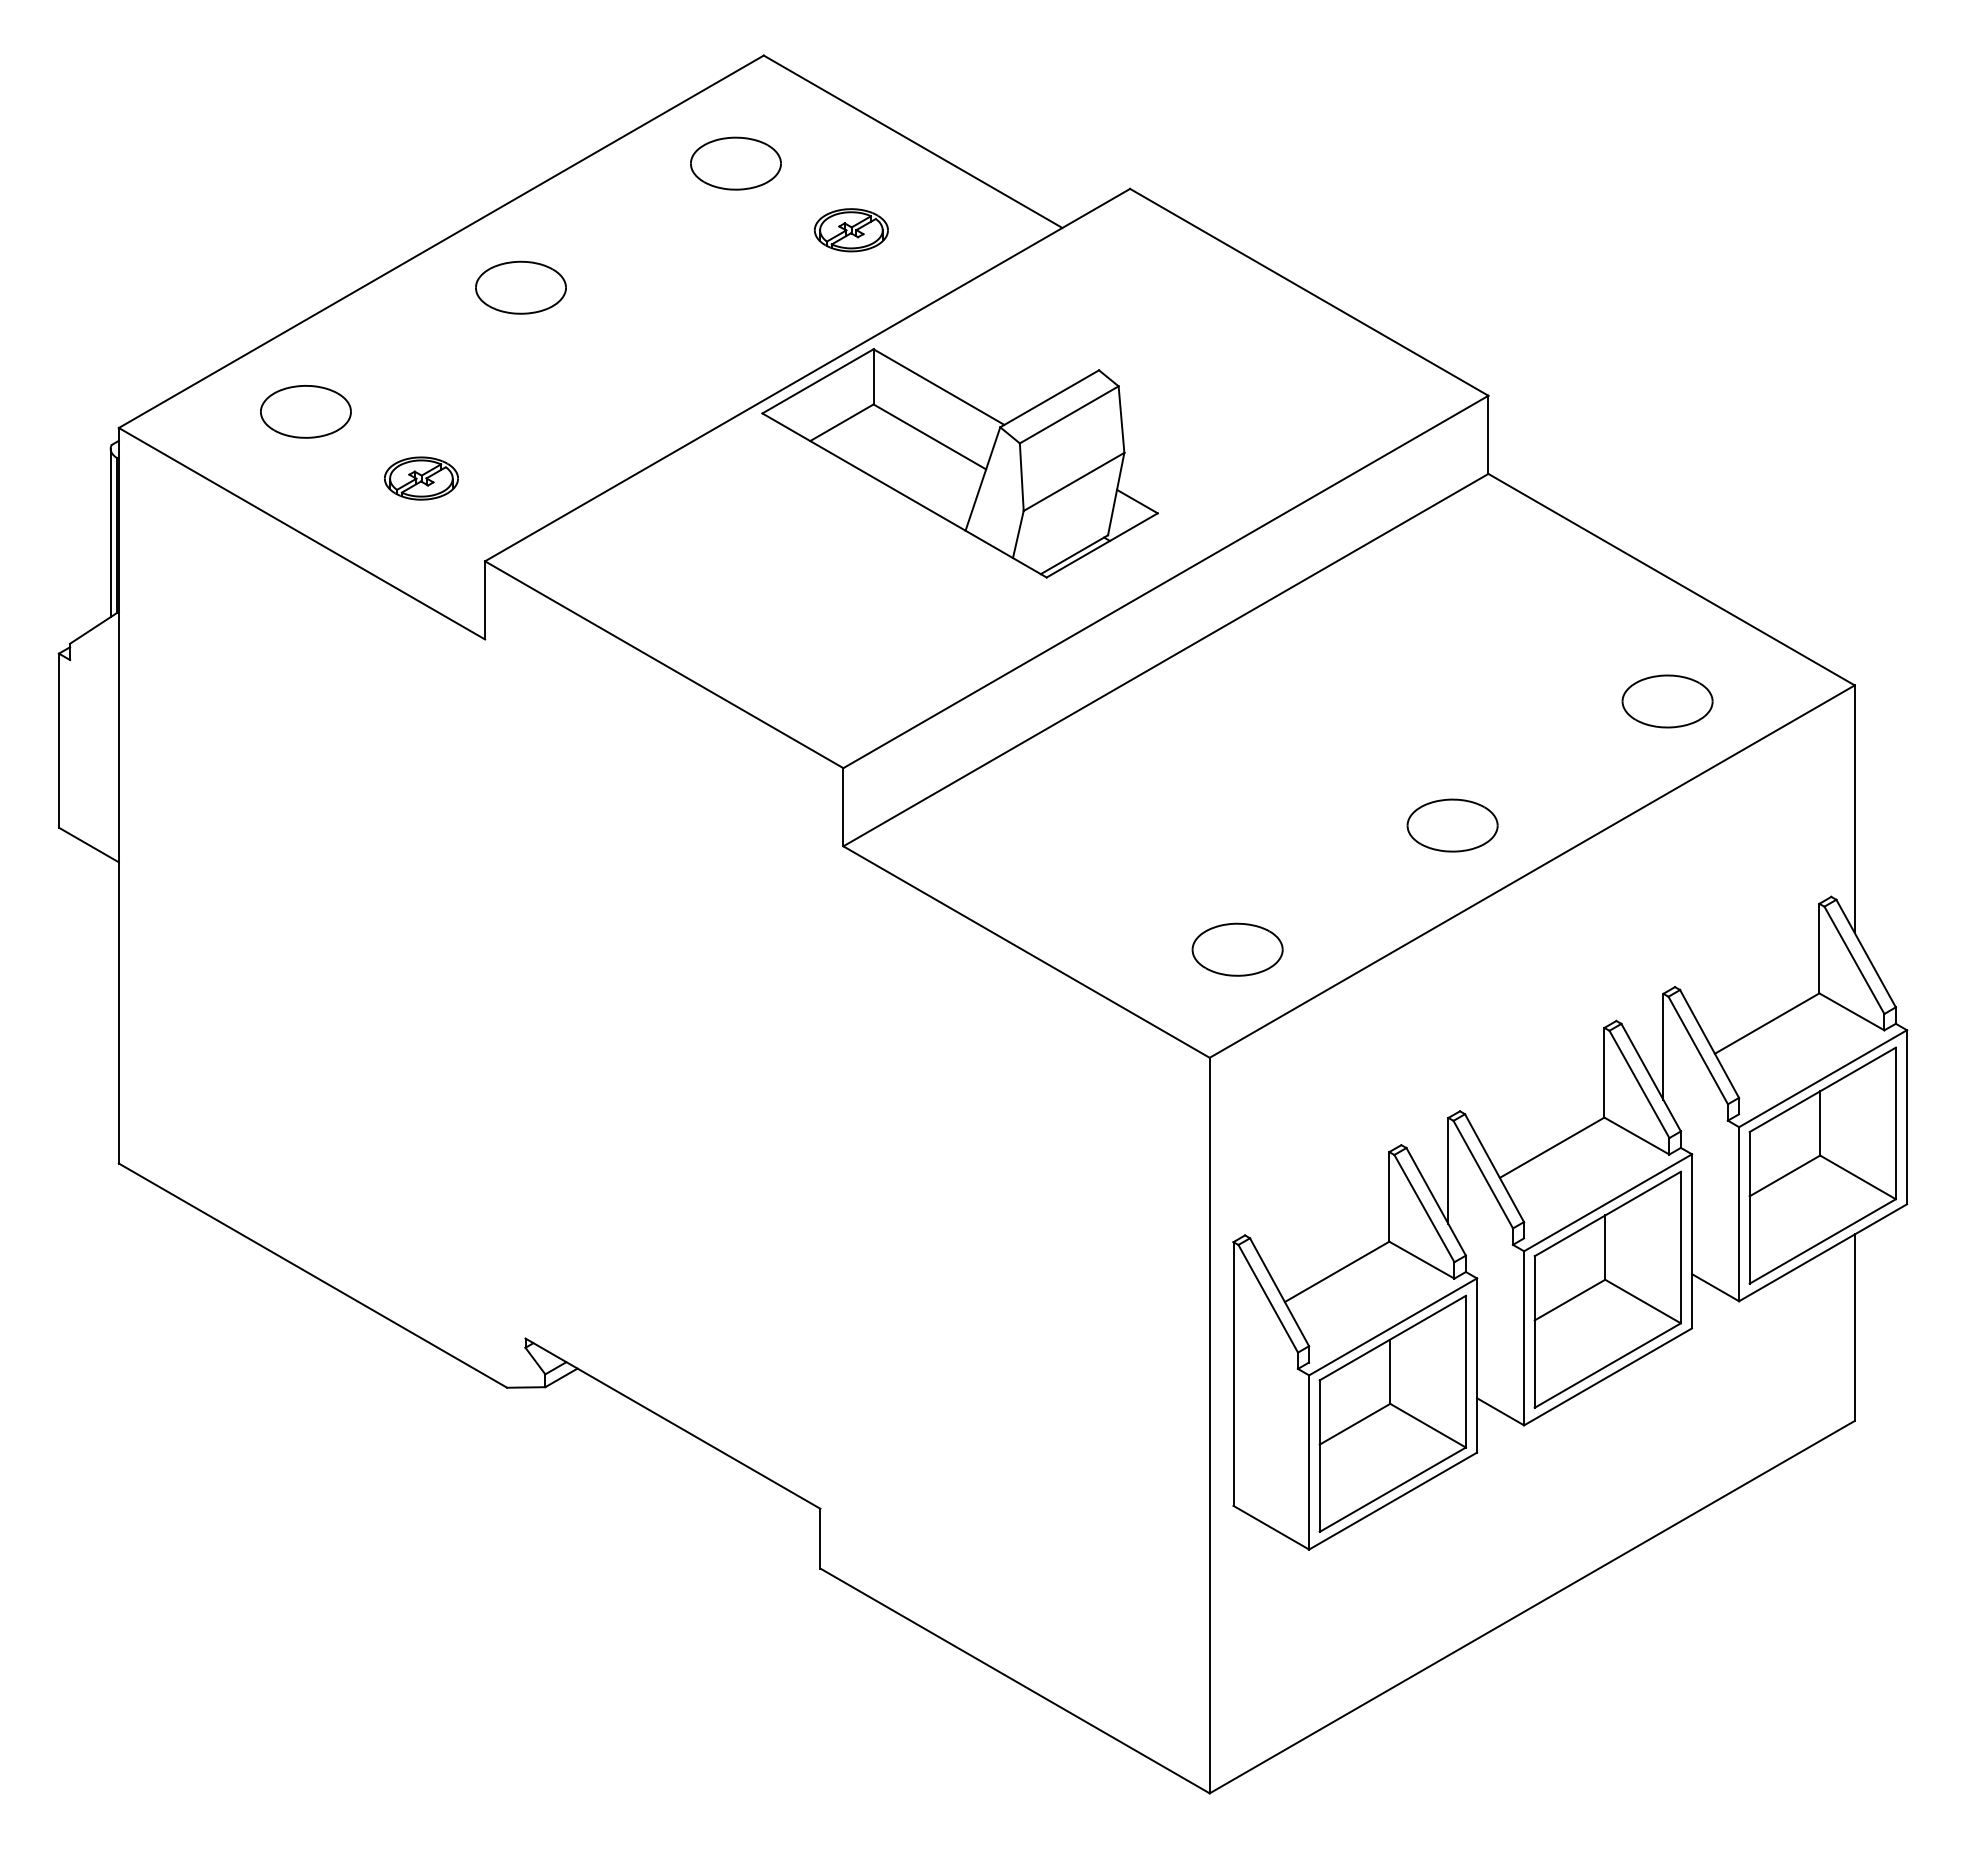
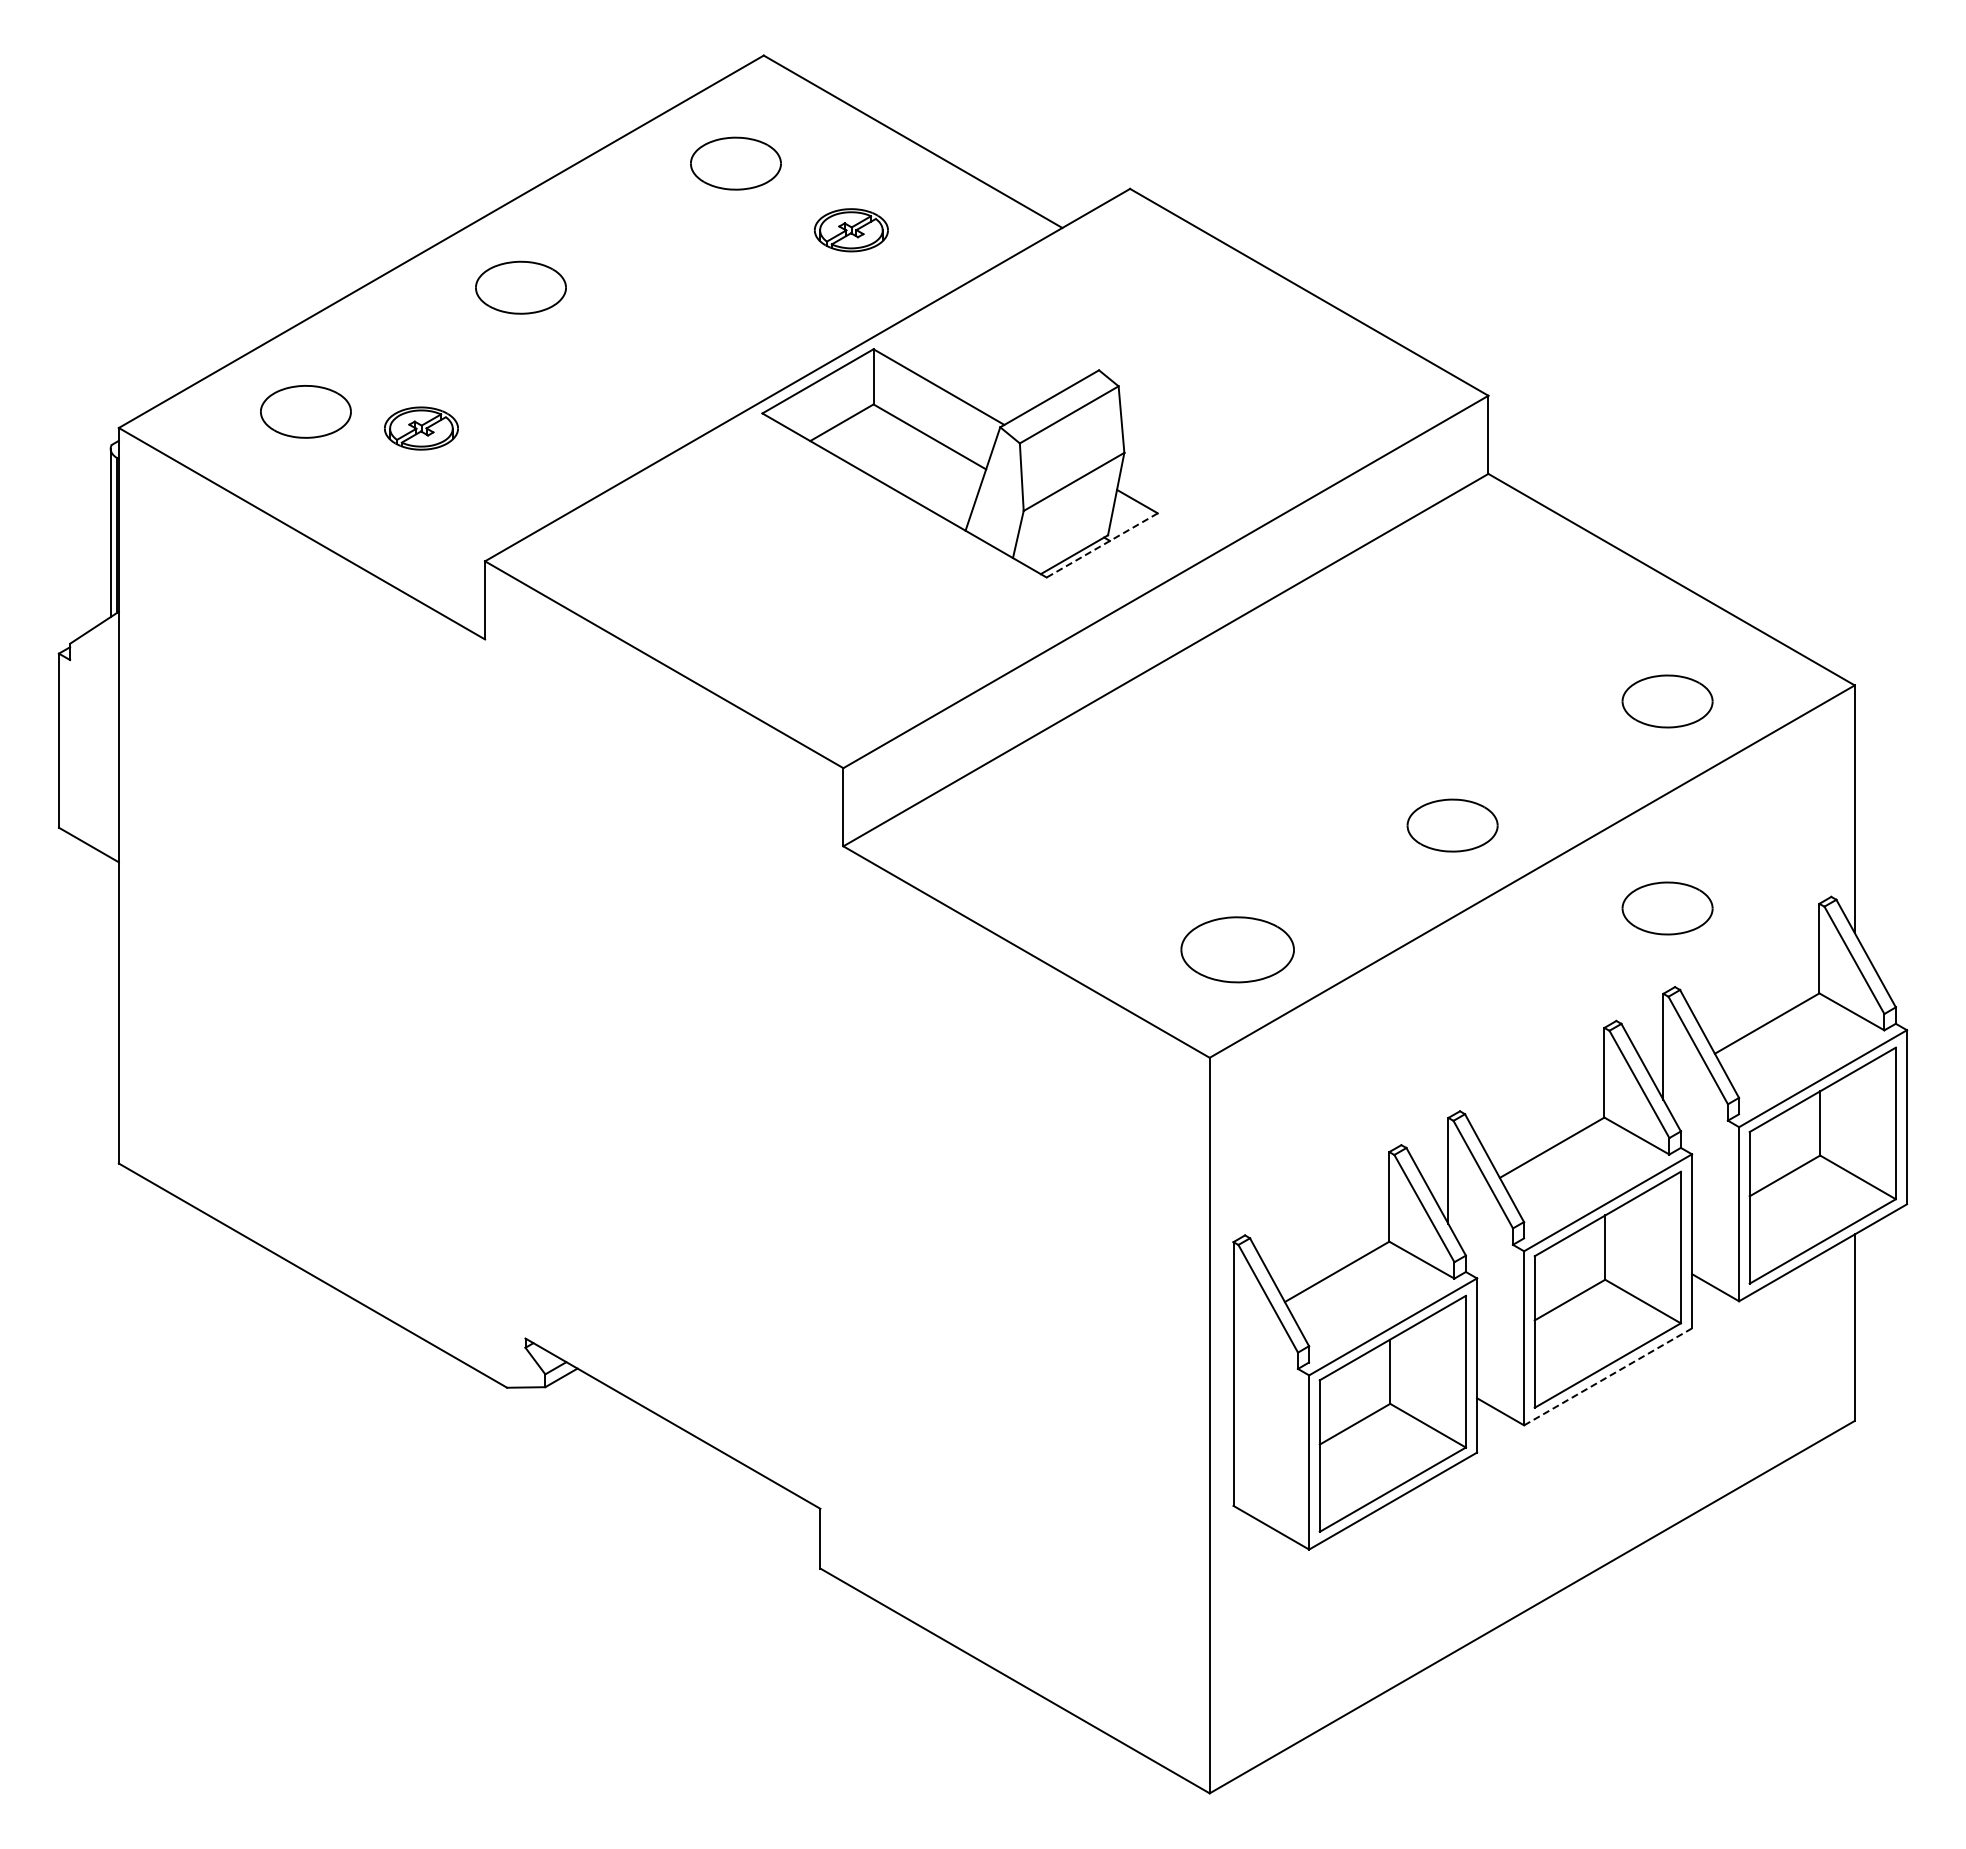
part at (421, 478) position: (421, 478) -> (421, 428)
line at (1101, 545): solid -> dashed
part at (1667, 908): none -> present
part at (1237, 949) size: 93x55 px -> 115x68 px
line at (1608, 1376): solid -> dashed
